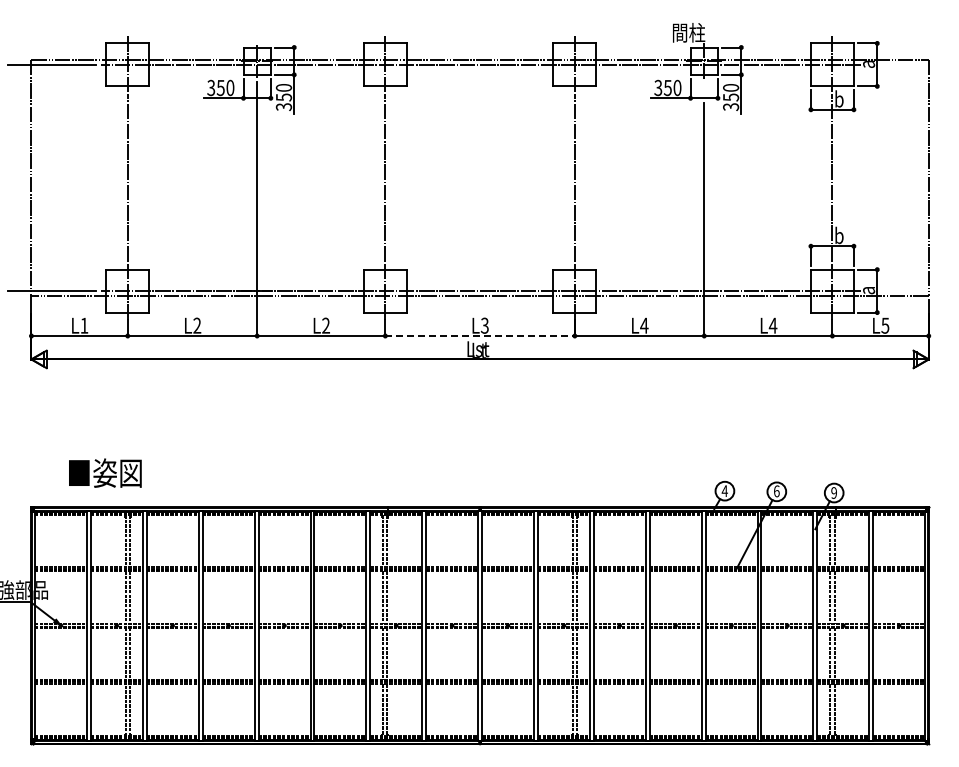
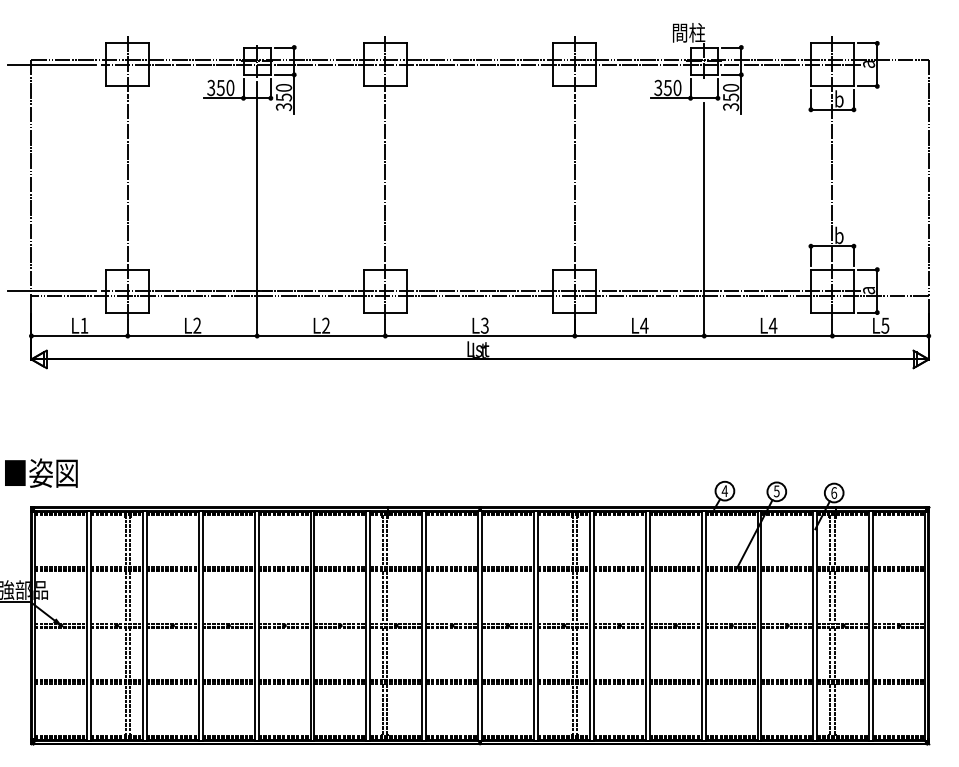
line at (480, 336): dashed -> solid
text at (105, 472) position: (105, 472) -> (41, 472)
text at (776, 491): 6 -> 5
text at (834, 492): 9 -> 6
